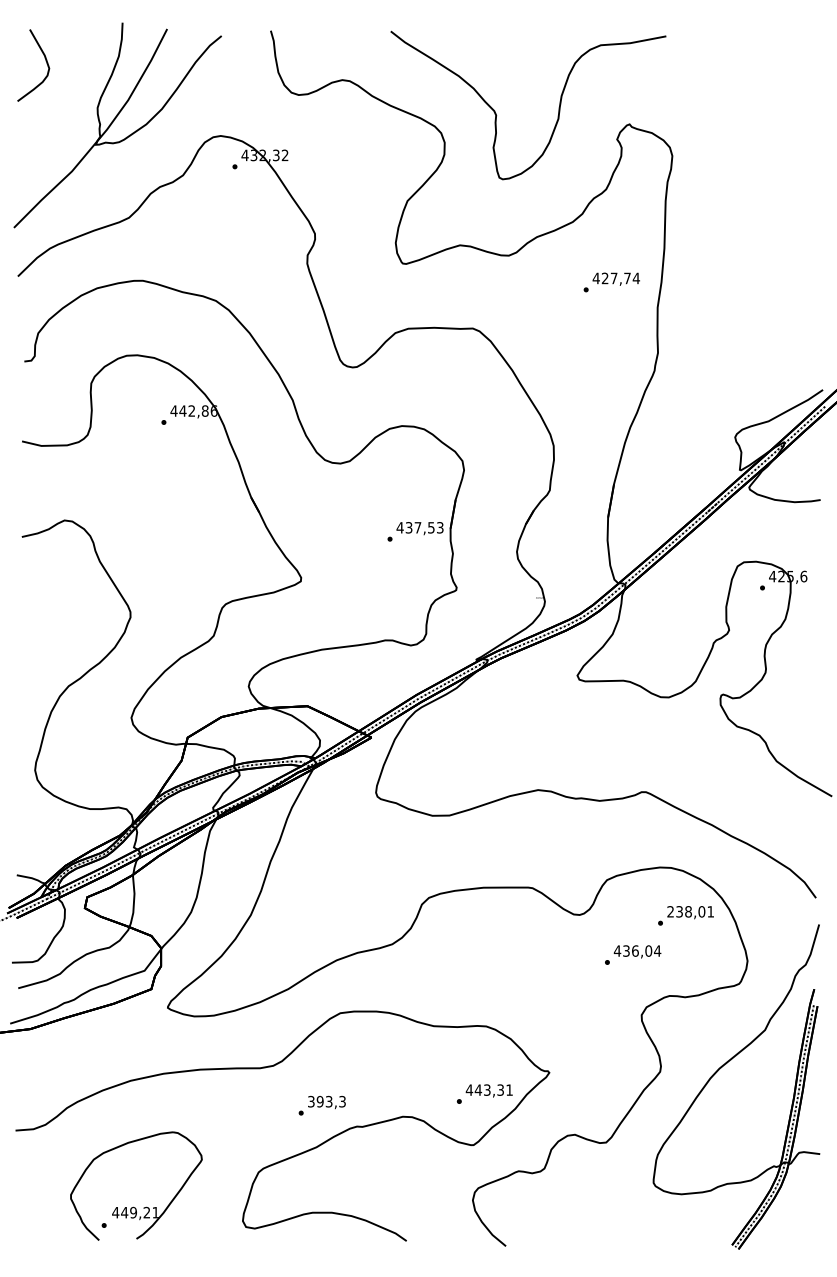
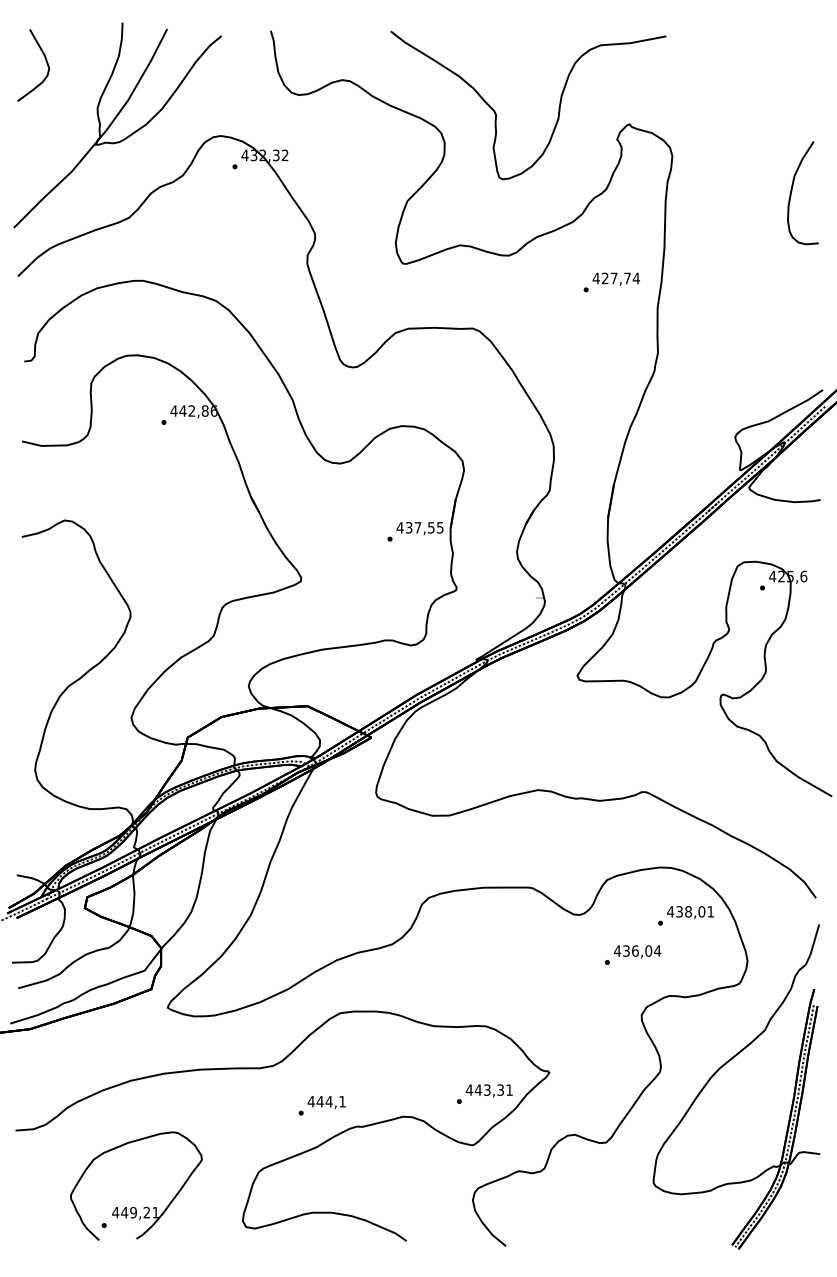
curve at (792, 191): none -> present
text at (440, 527): 437,53 -> 437,55
text at (670, 911): 238,01 -> 438,01
text at (326, 1101): 393,3 -> 444,1
